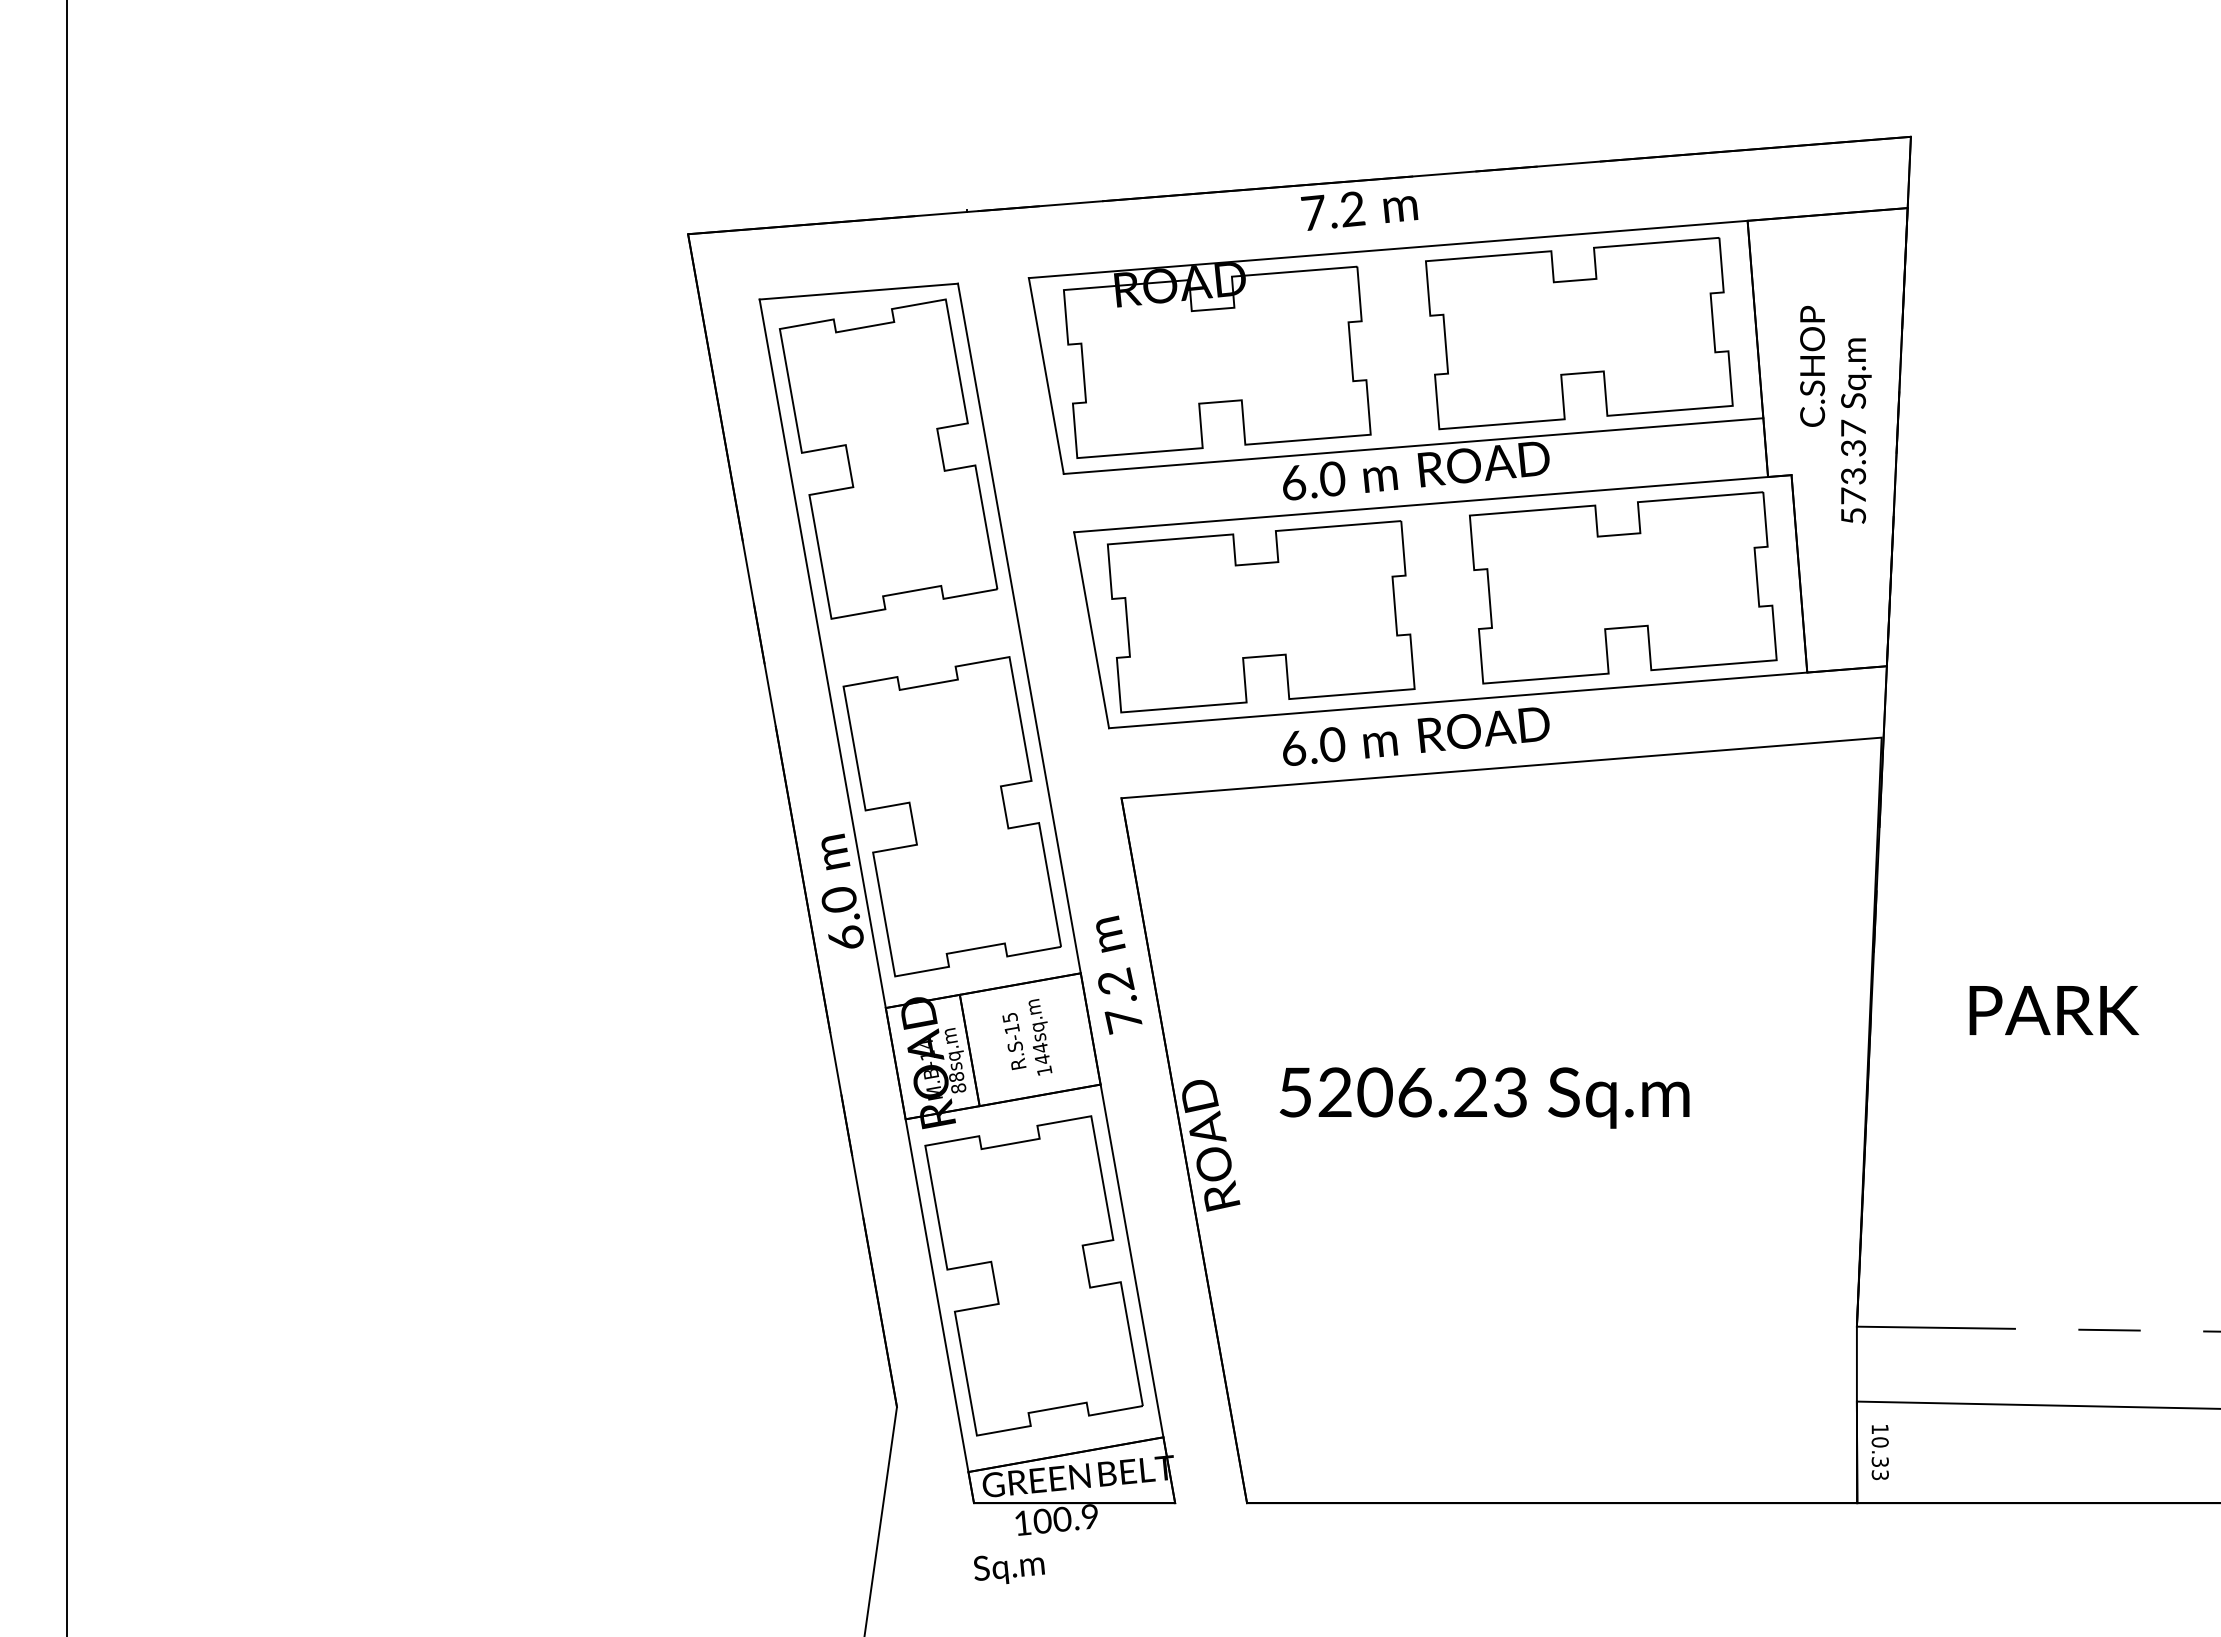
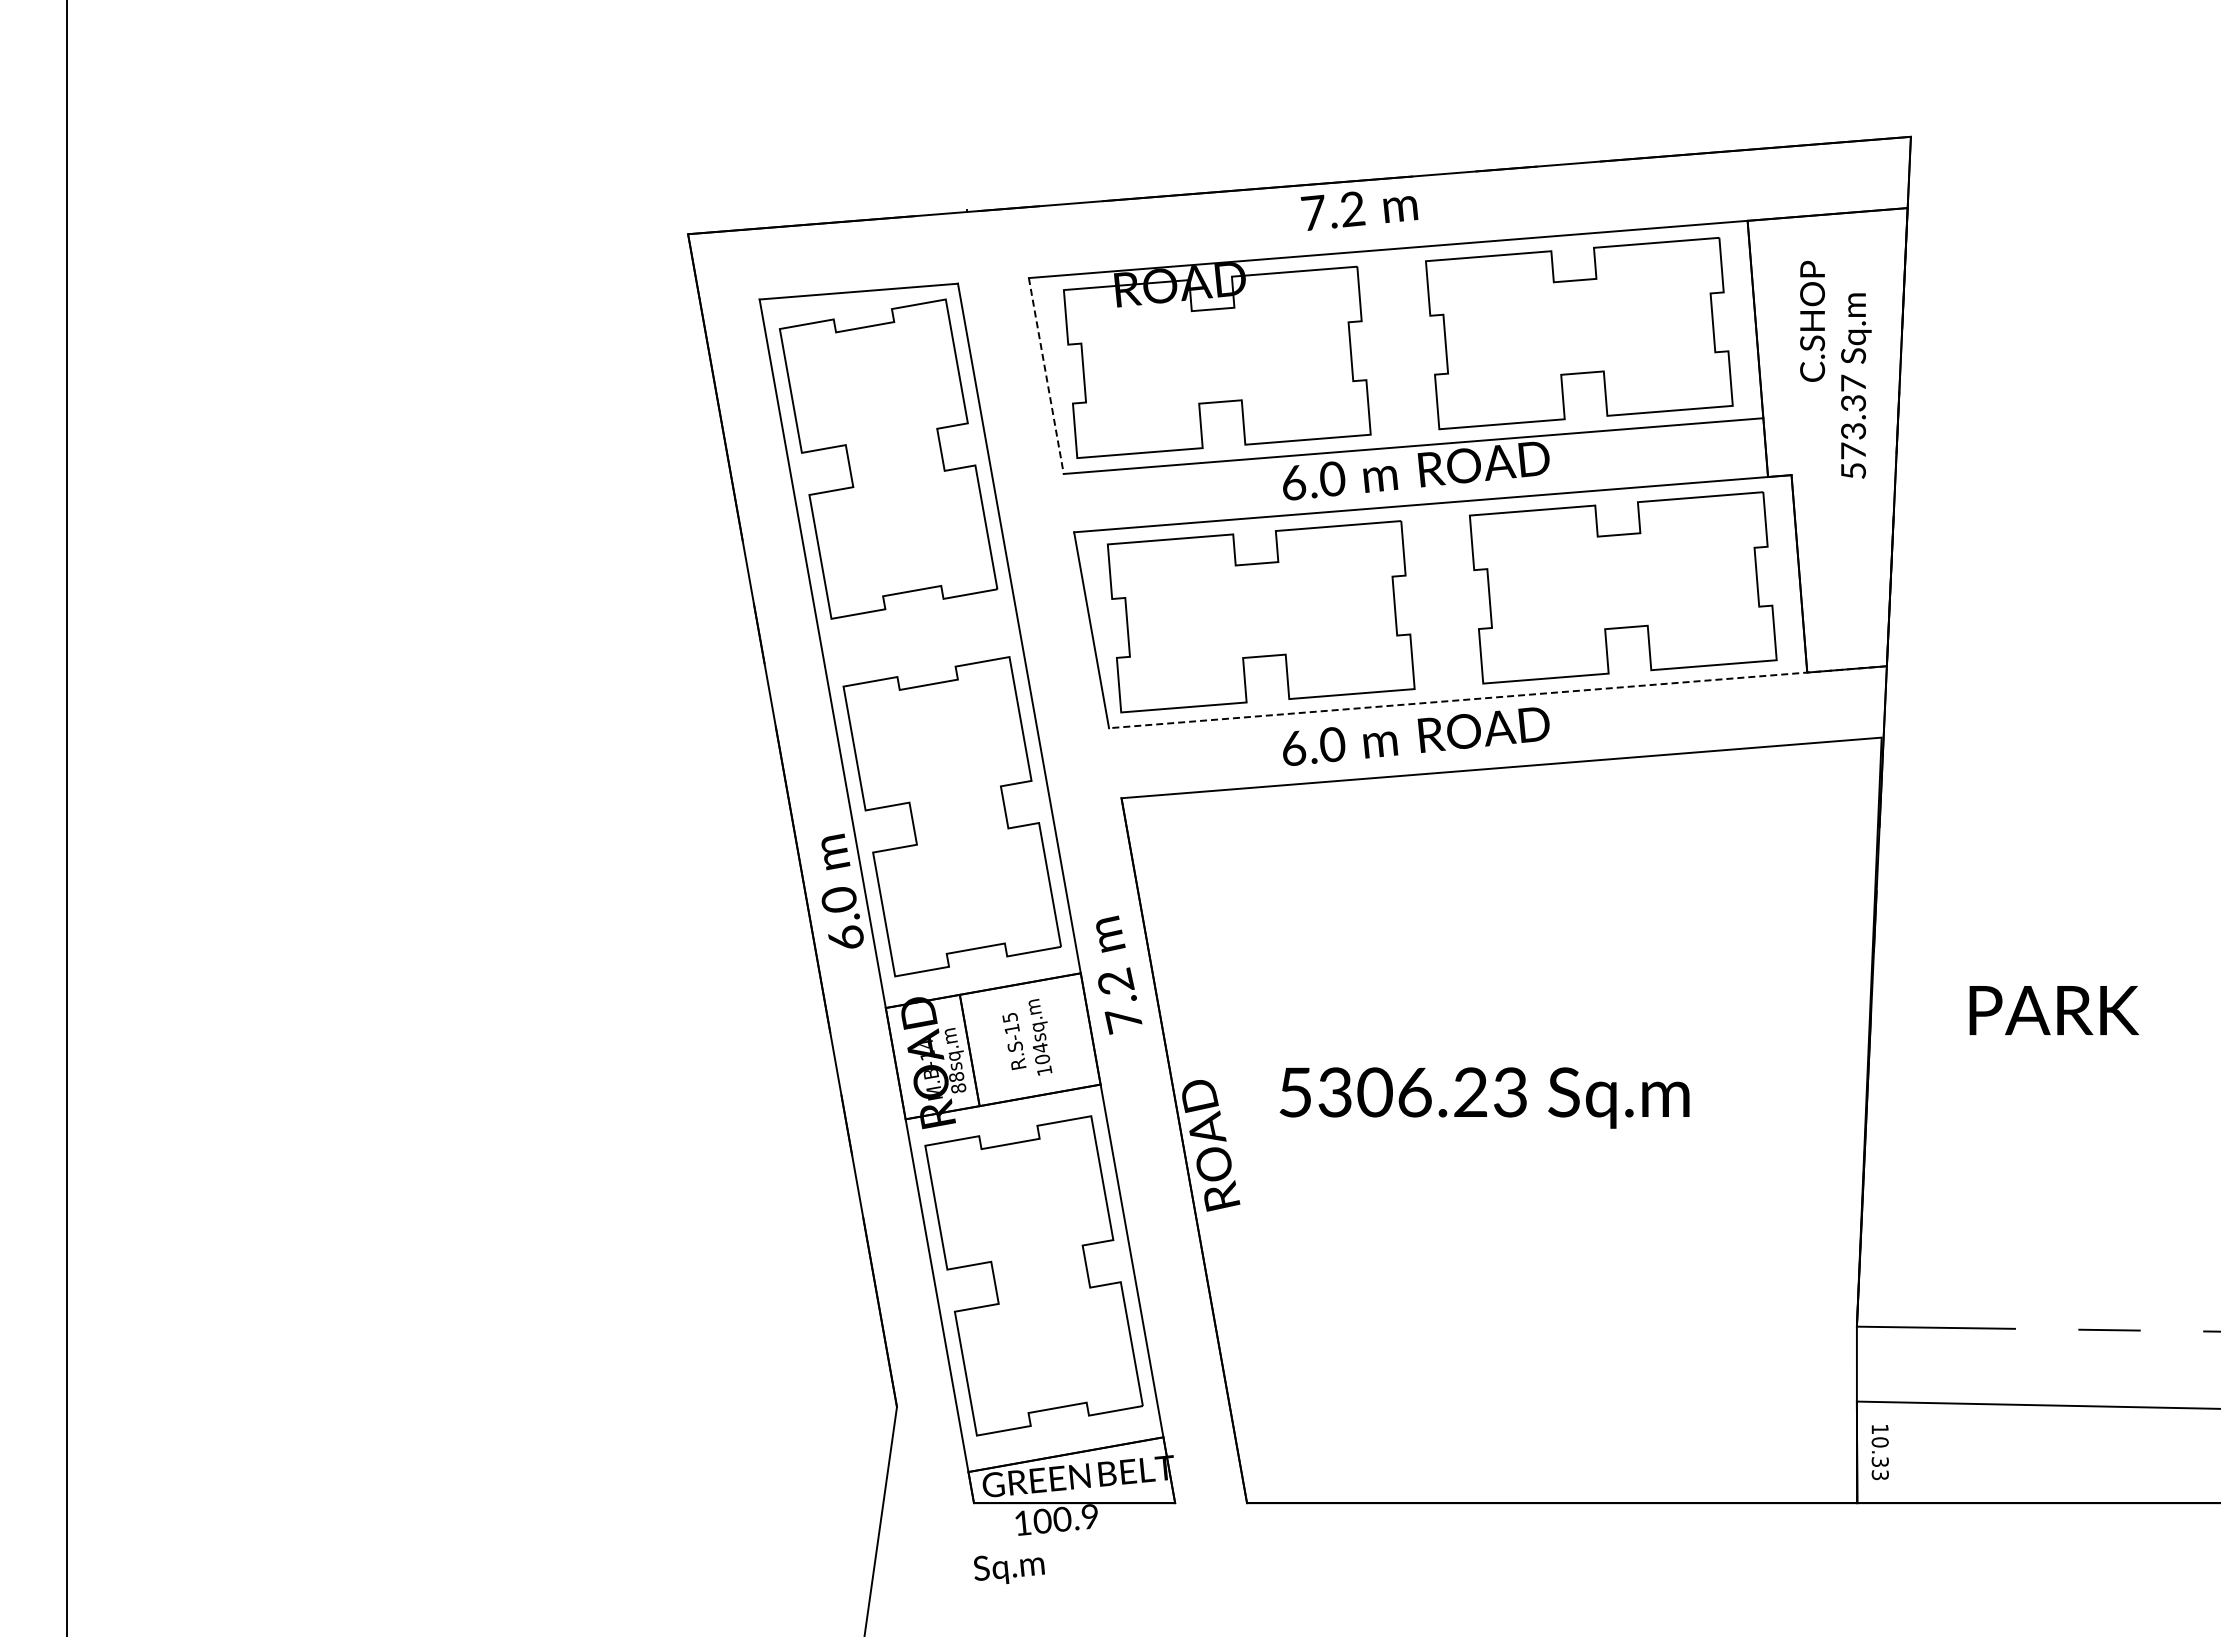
line at (1046, 376): solid -> dashed
text at (1835, 414) position: (1835, 414) -> (1835, 369)
line at (1497, 697): solid -> dashed
text at (1042, 1059): 144sq.m -> 104sq.m
text at (1334, 1092): 5206.23 -> 5306.23
